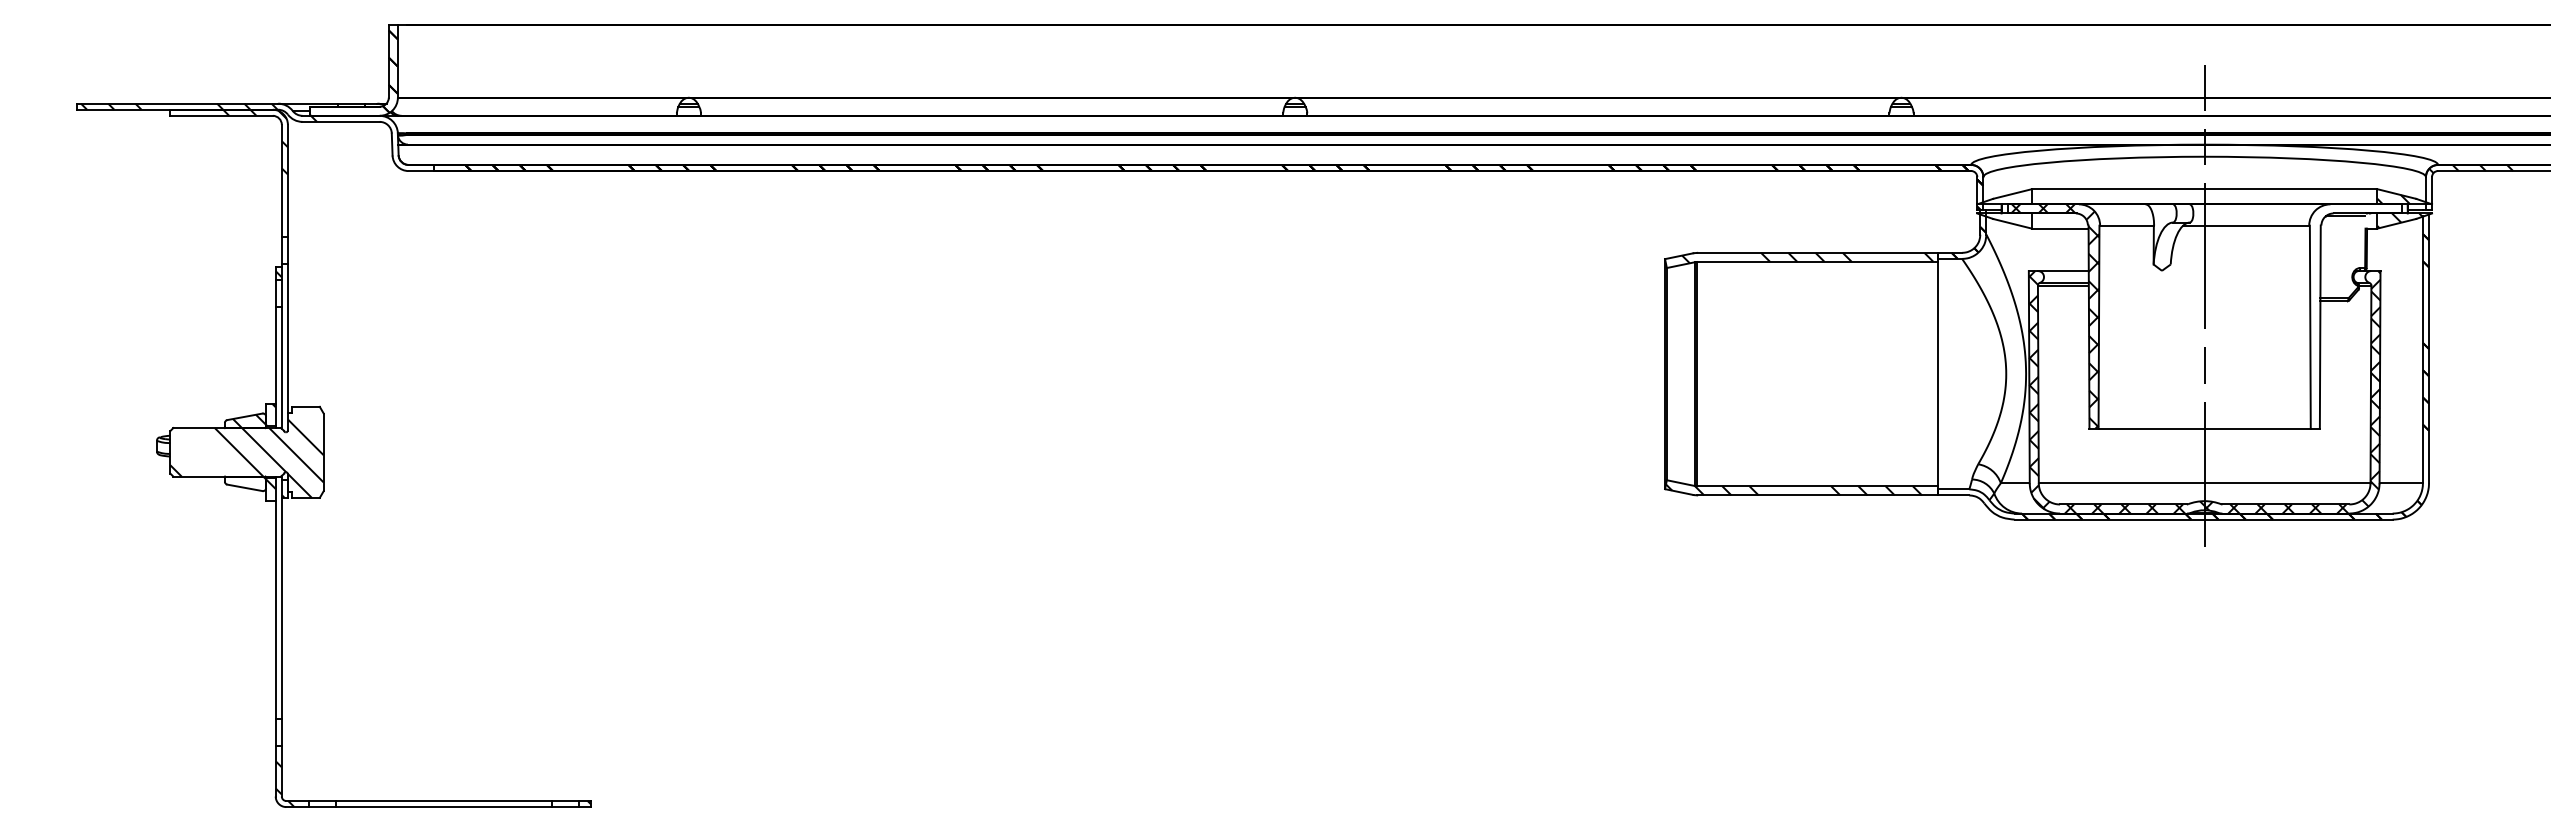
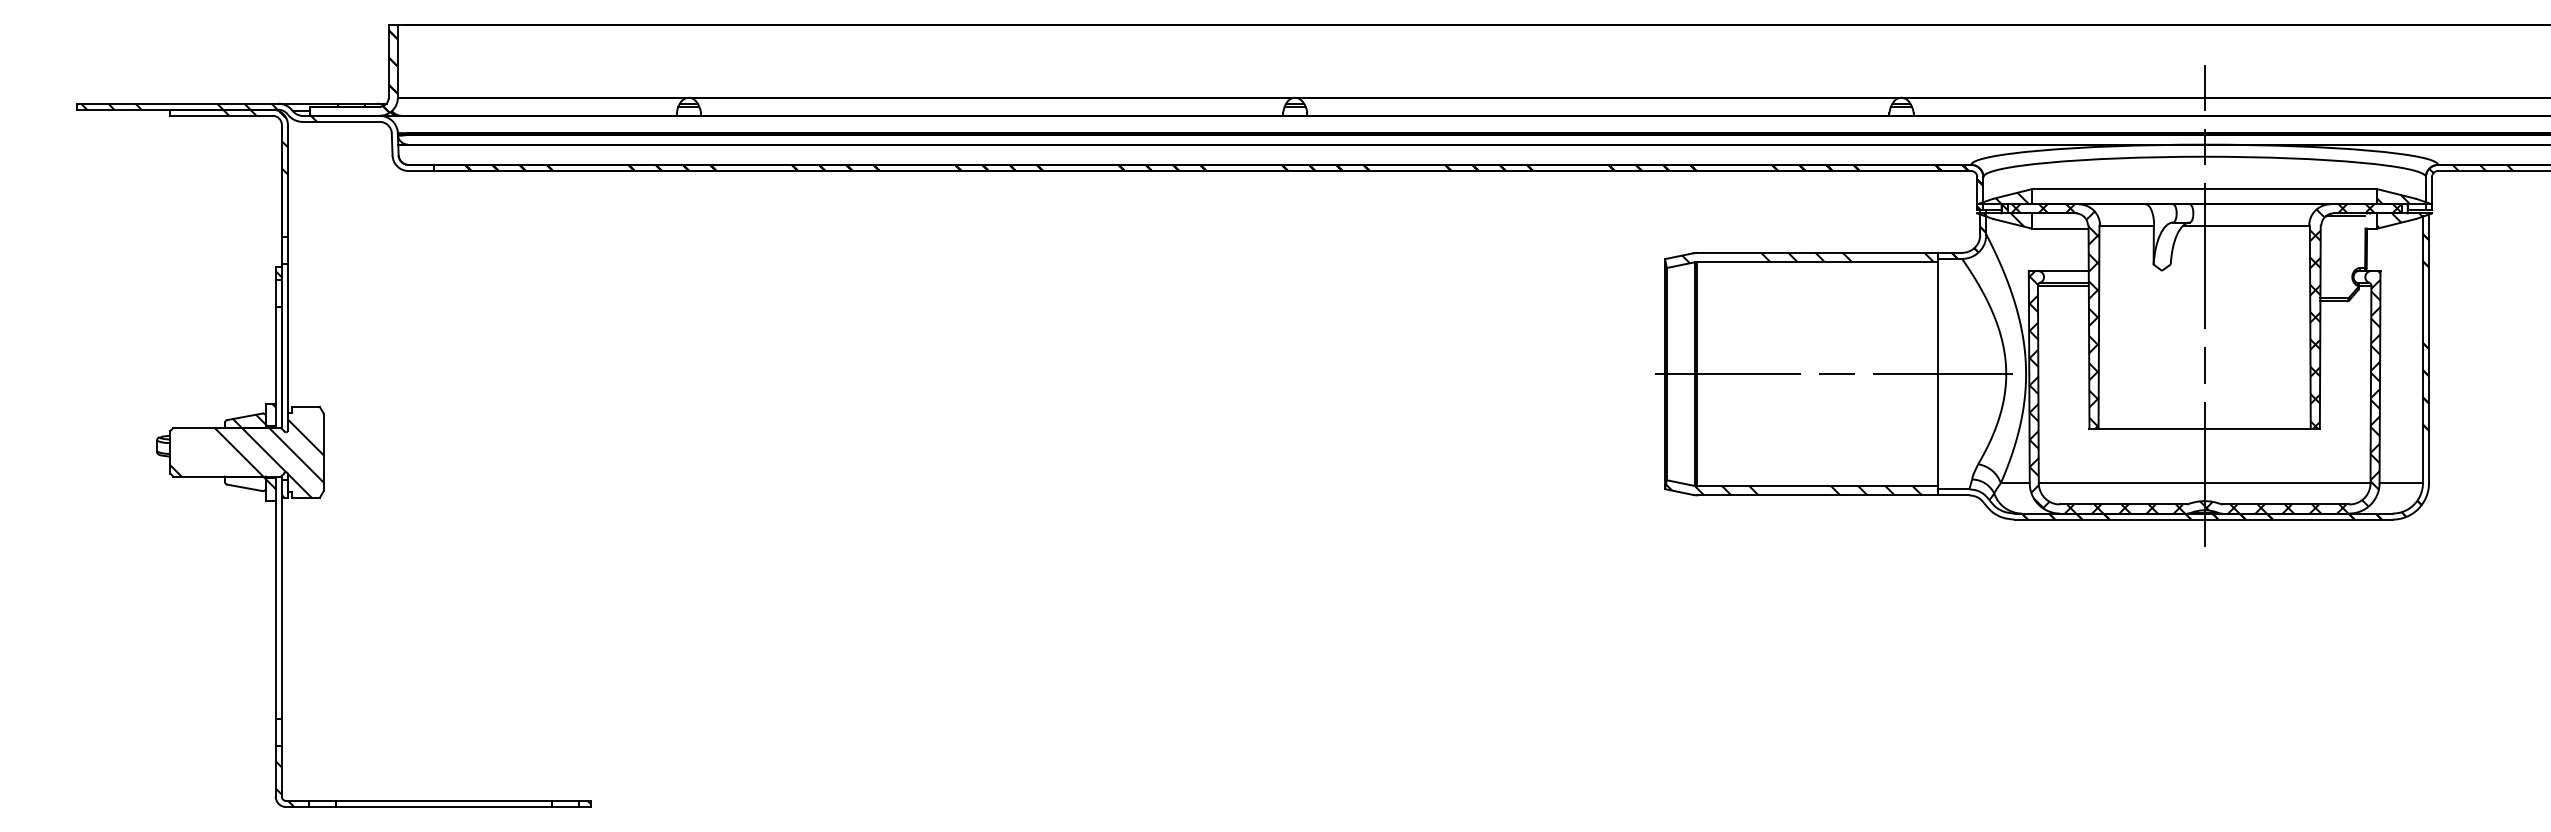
hatch at (2006, 209): none -> present
hatch at (2355, 316): none -> present
line at (1834, 374): none -> present
